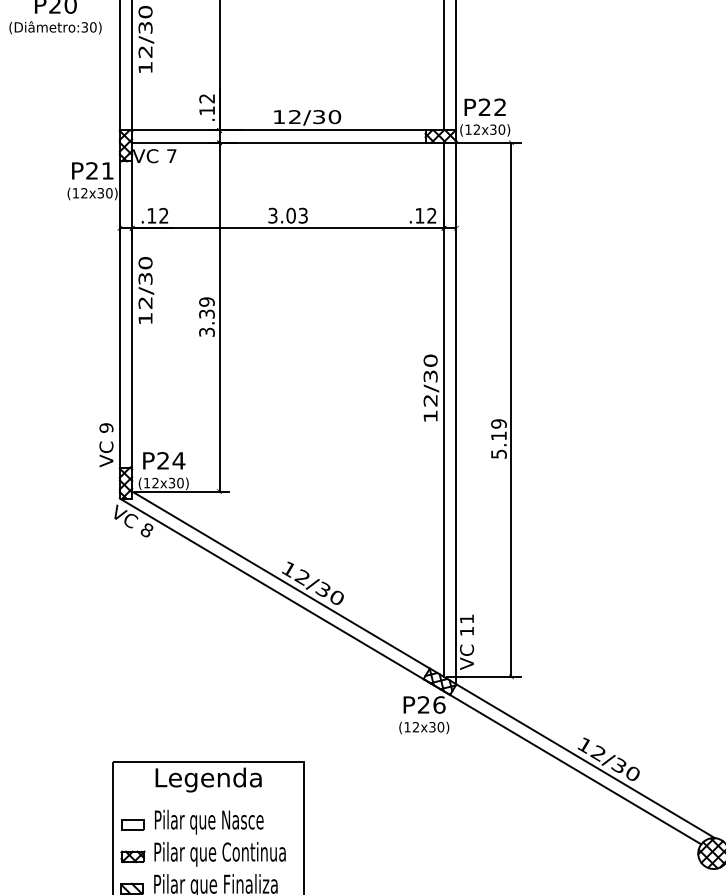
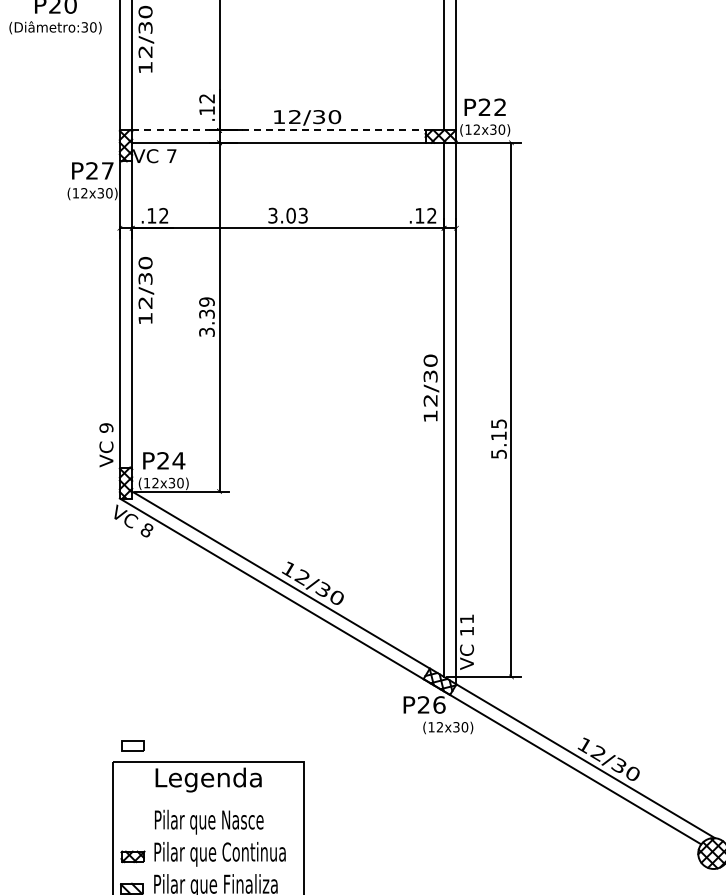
line at (278, 130): solid -> dashed
text at (107, 170): P21 -> P27
text at (498, 423): 5.19 -> 5.15
text at (424, 727) position: (424, 727) -> (448, 727)
part at (132, 824) position: (132, 824) -> (132, 745)
